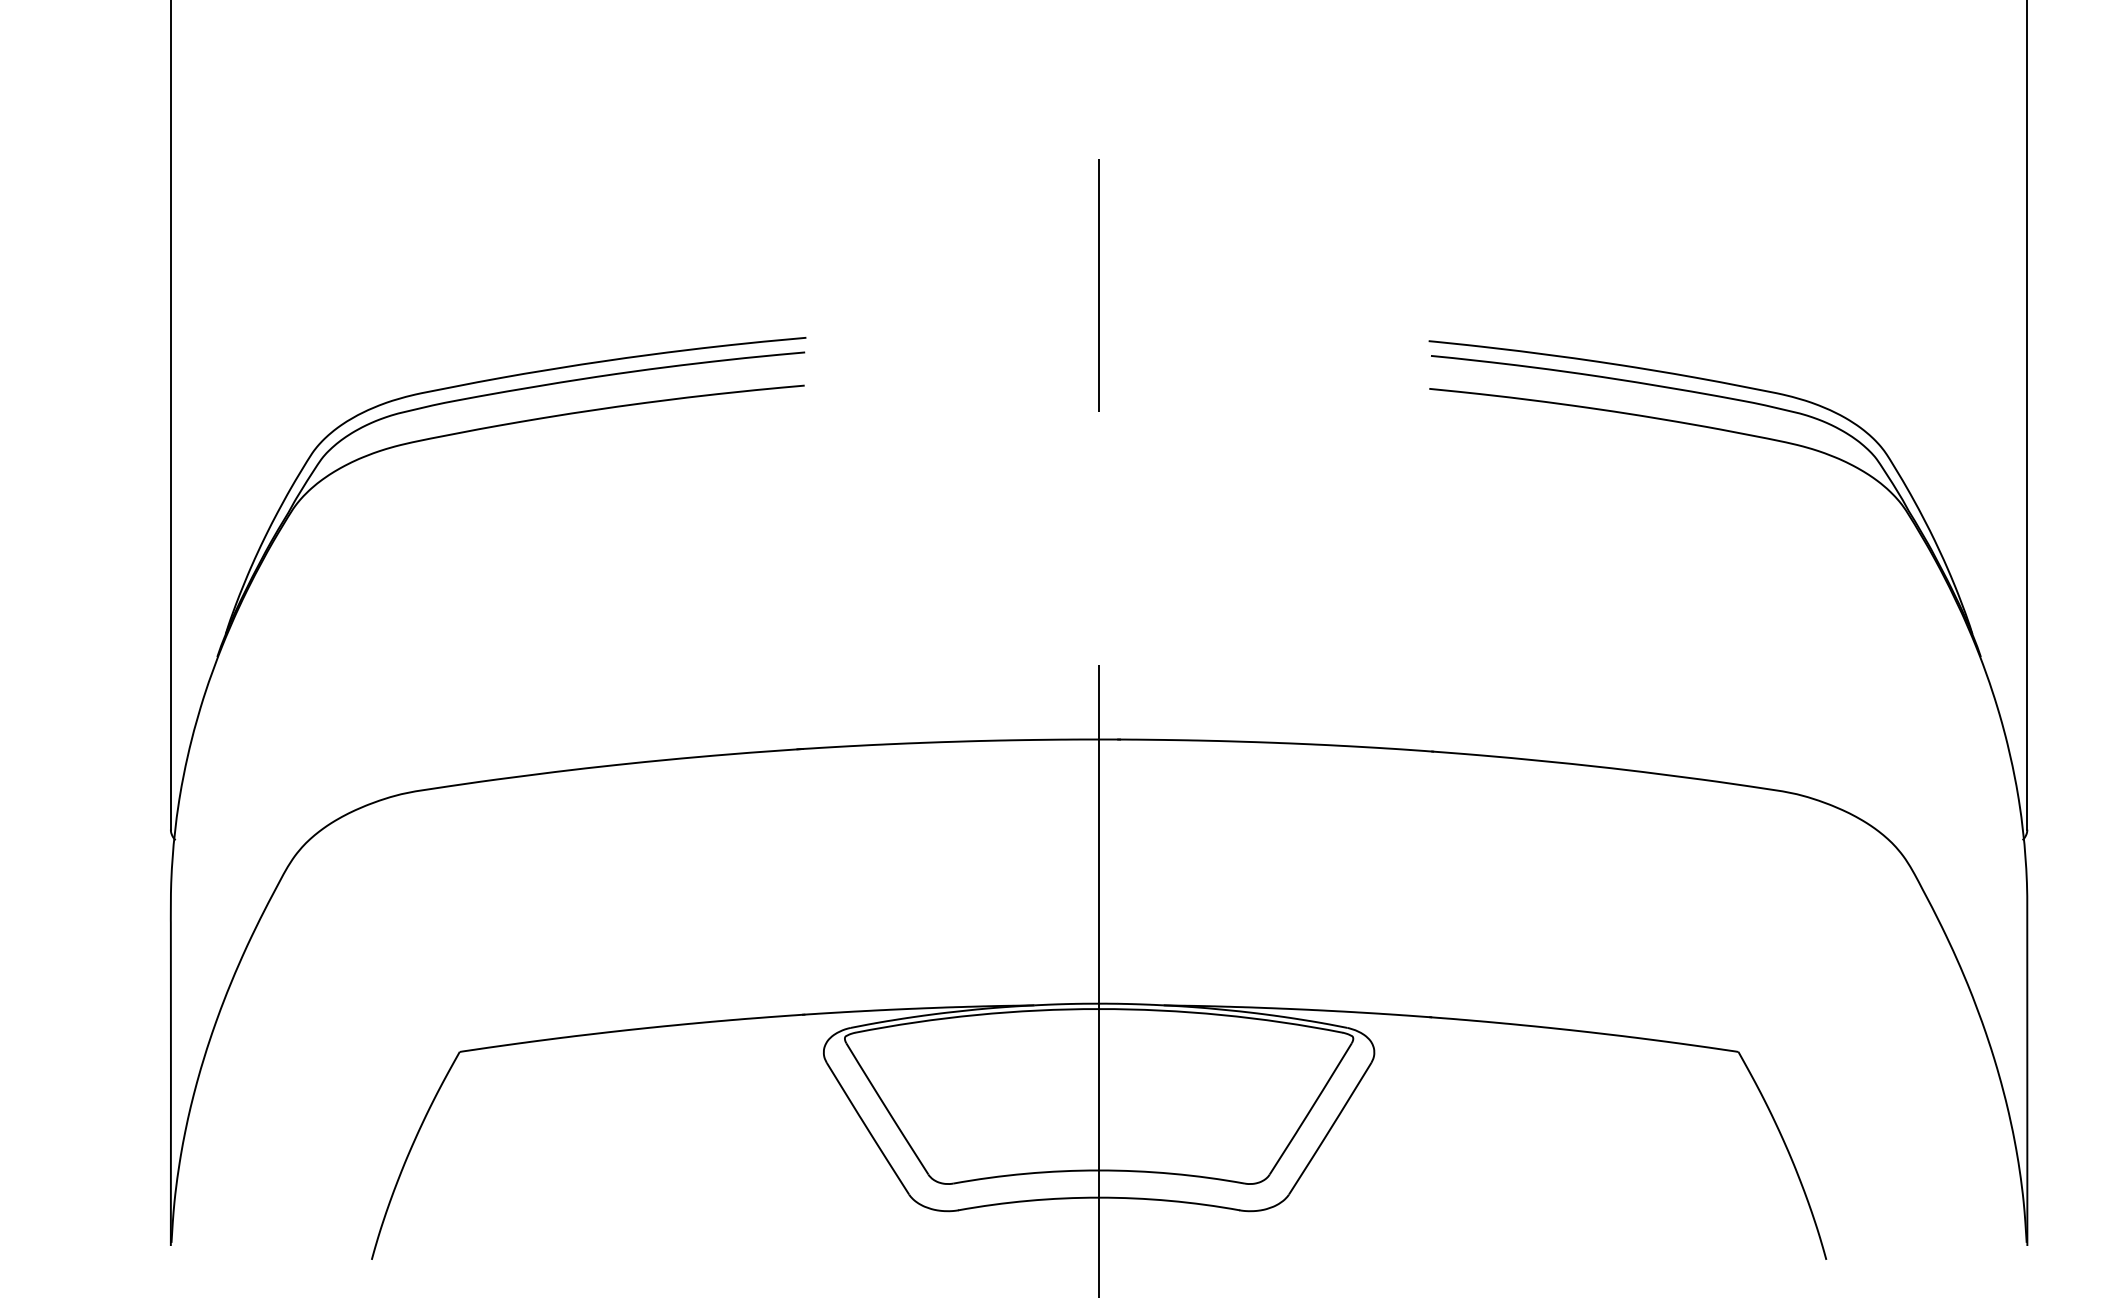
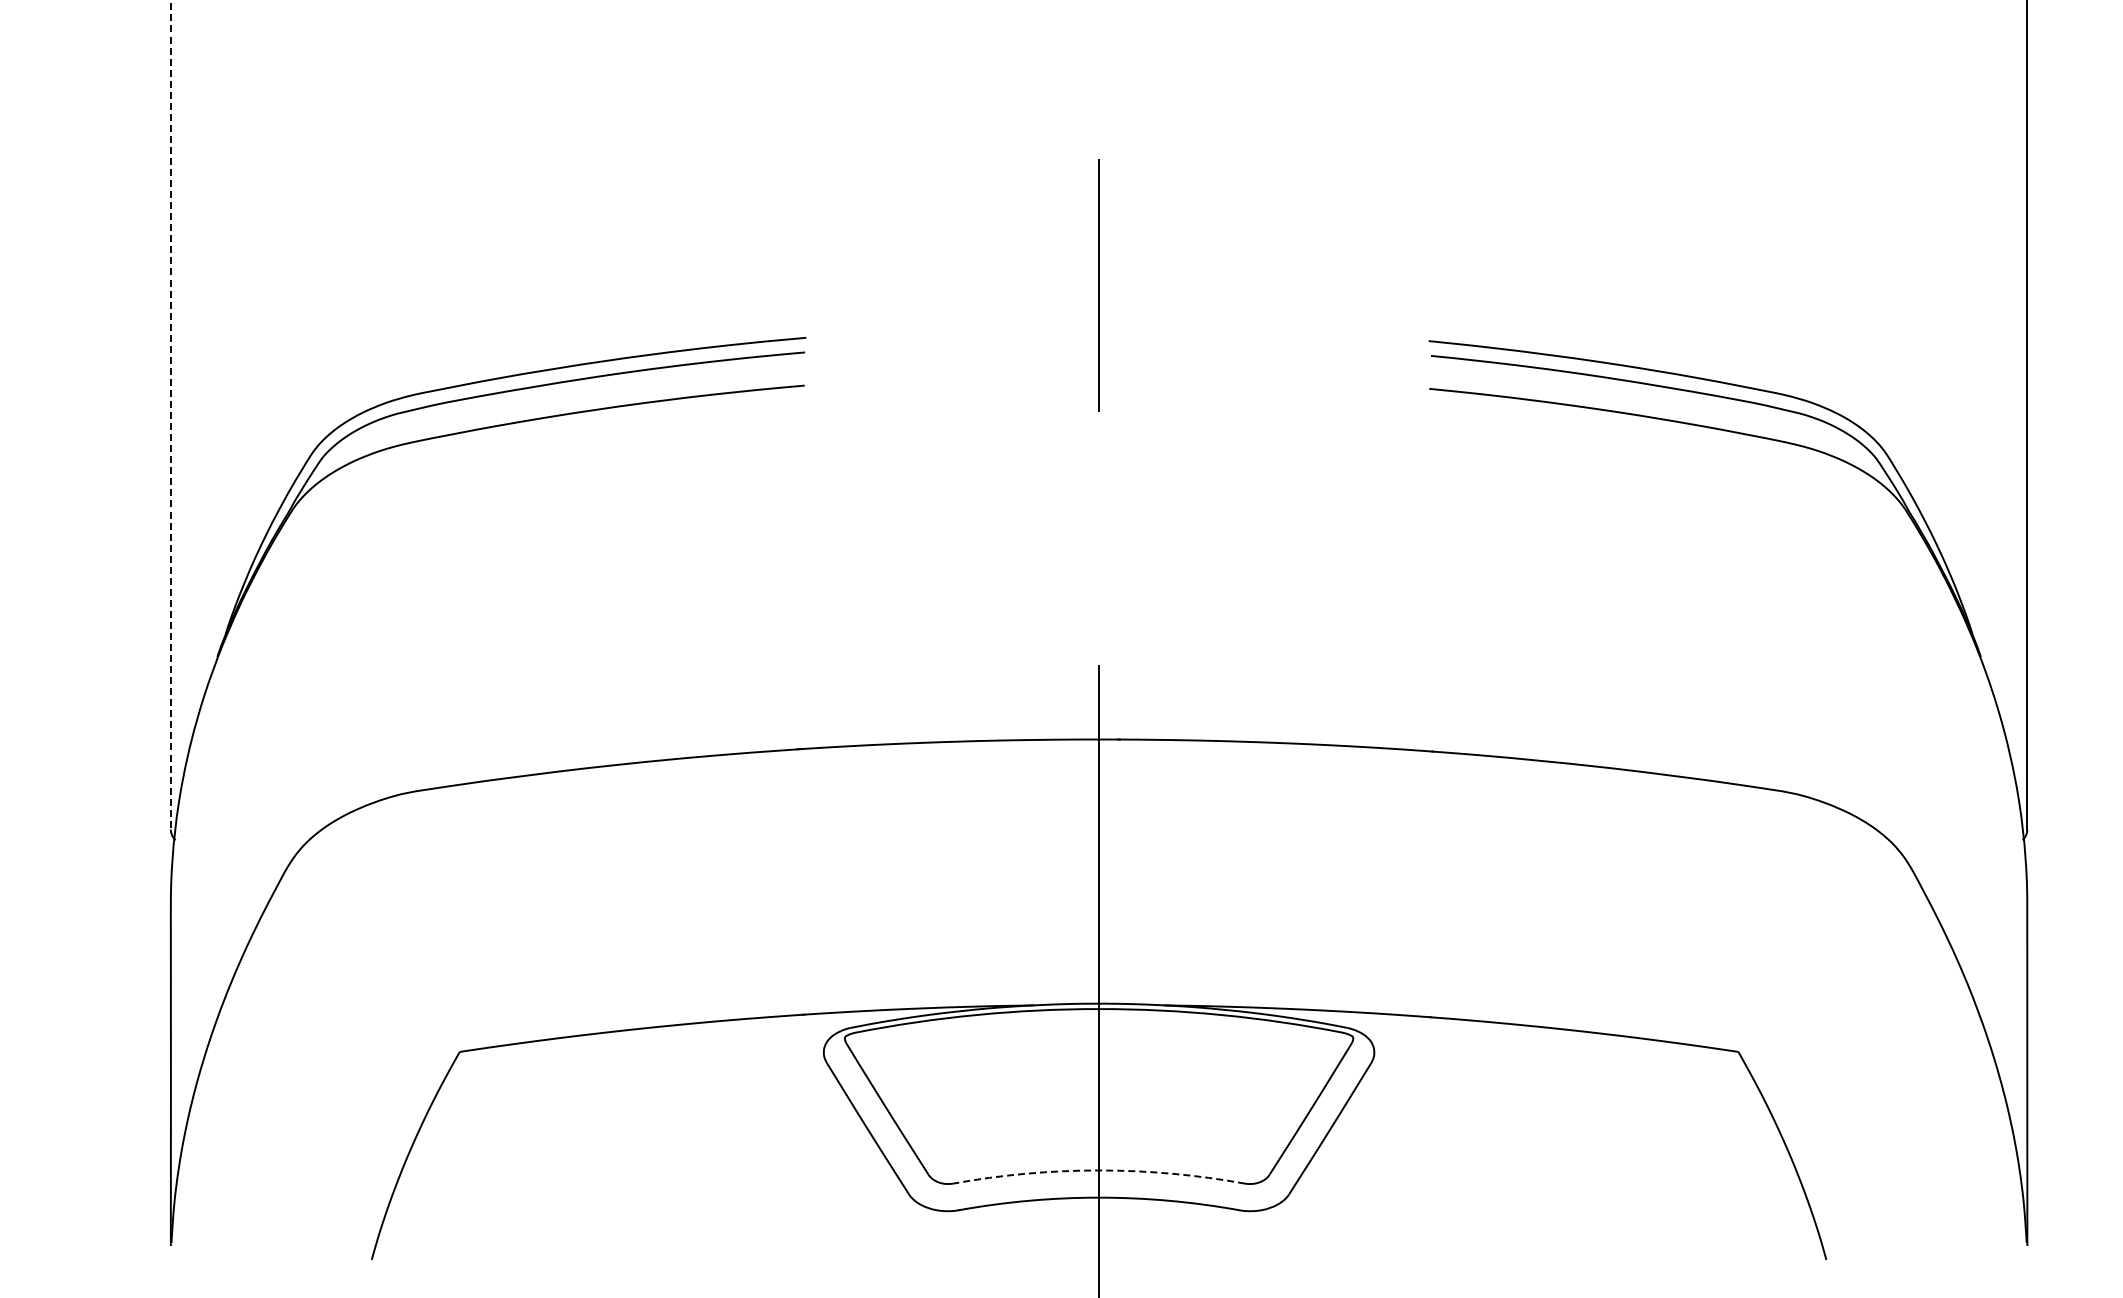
line at (170, 415): solid -> dashed
arc at (1099, 1170): solid -> dashed
